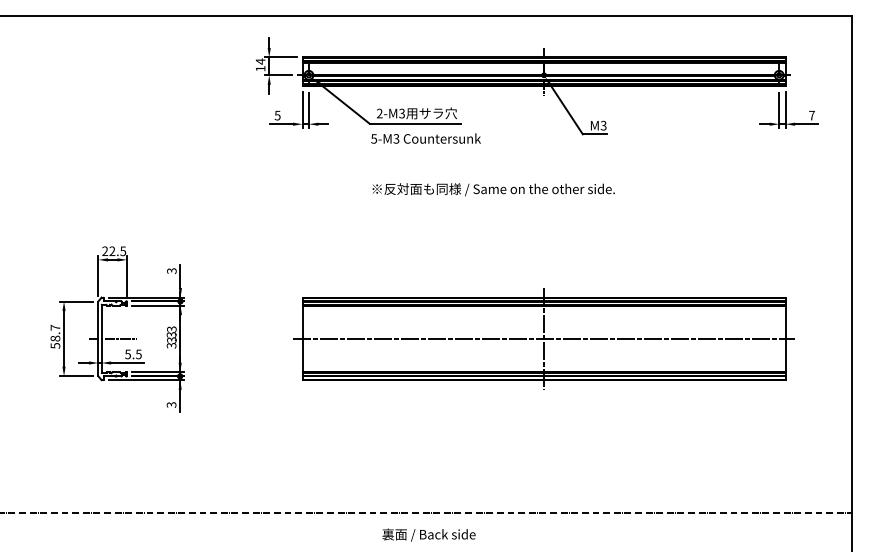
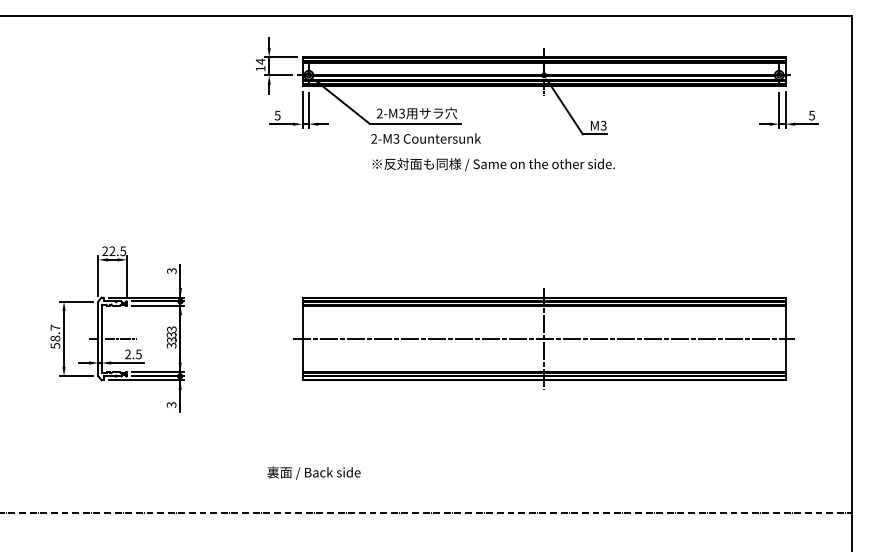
text at (811, 115): 7 -> 5
text at (374, 138): 5-M3 -> 2-M3
text at (493, 189) position: (493, 189) -> (493, 164)
text at (127, 354): 5.5 -> 2.5
text at (428, 534) position: (428, 534) -> (313, 472)
